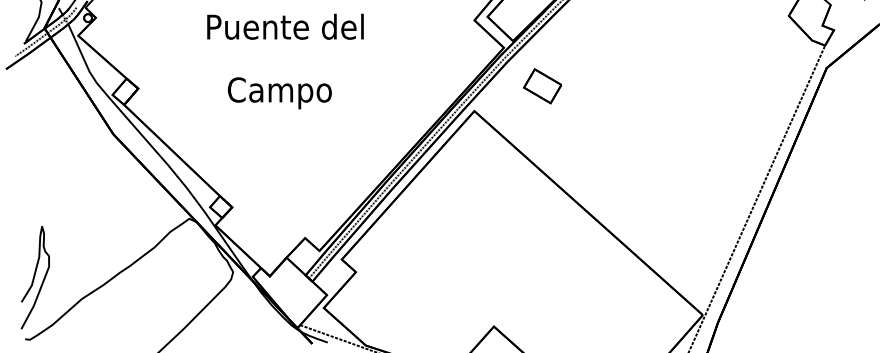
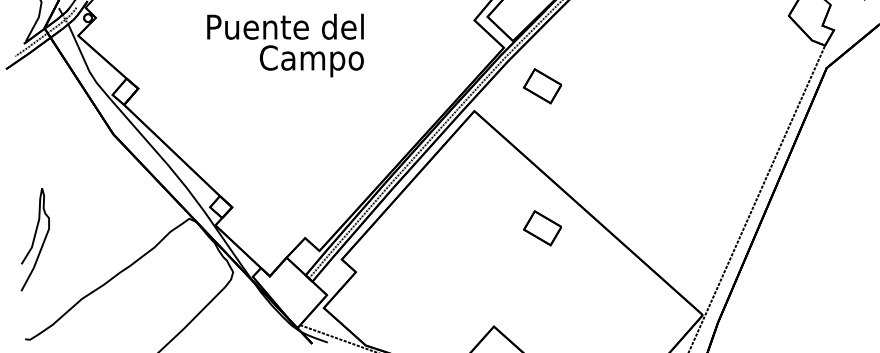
text at (279, 93) position: (279, 93) -> (311, 61)
part at (542, 228): none -> present
curve at (34, 277) position: (34, 277) -> (34, 239)
